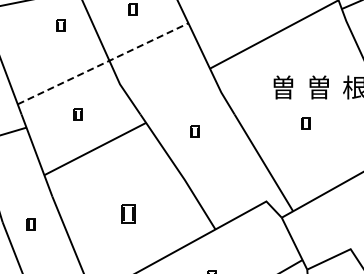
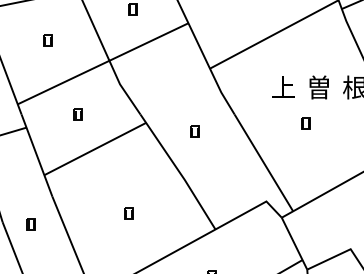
part at (60, 25) position: (60, 25) -> (47, 40)
line at (104, 63): dashed -> solid
text at (283, 87): 曽 -> 上
part at (128, 213) size: 15x20 px -> 10x13 px
